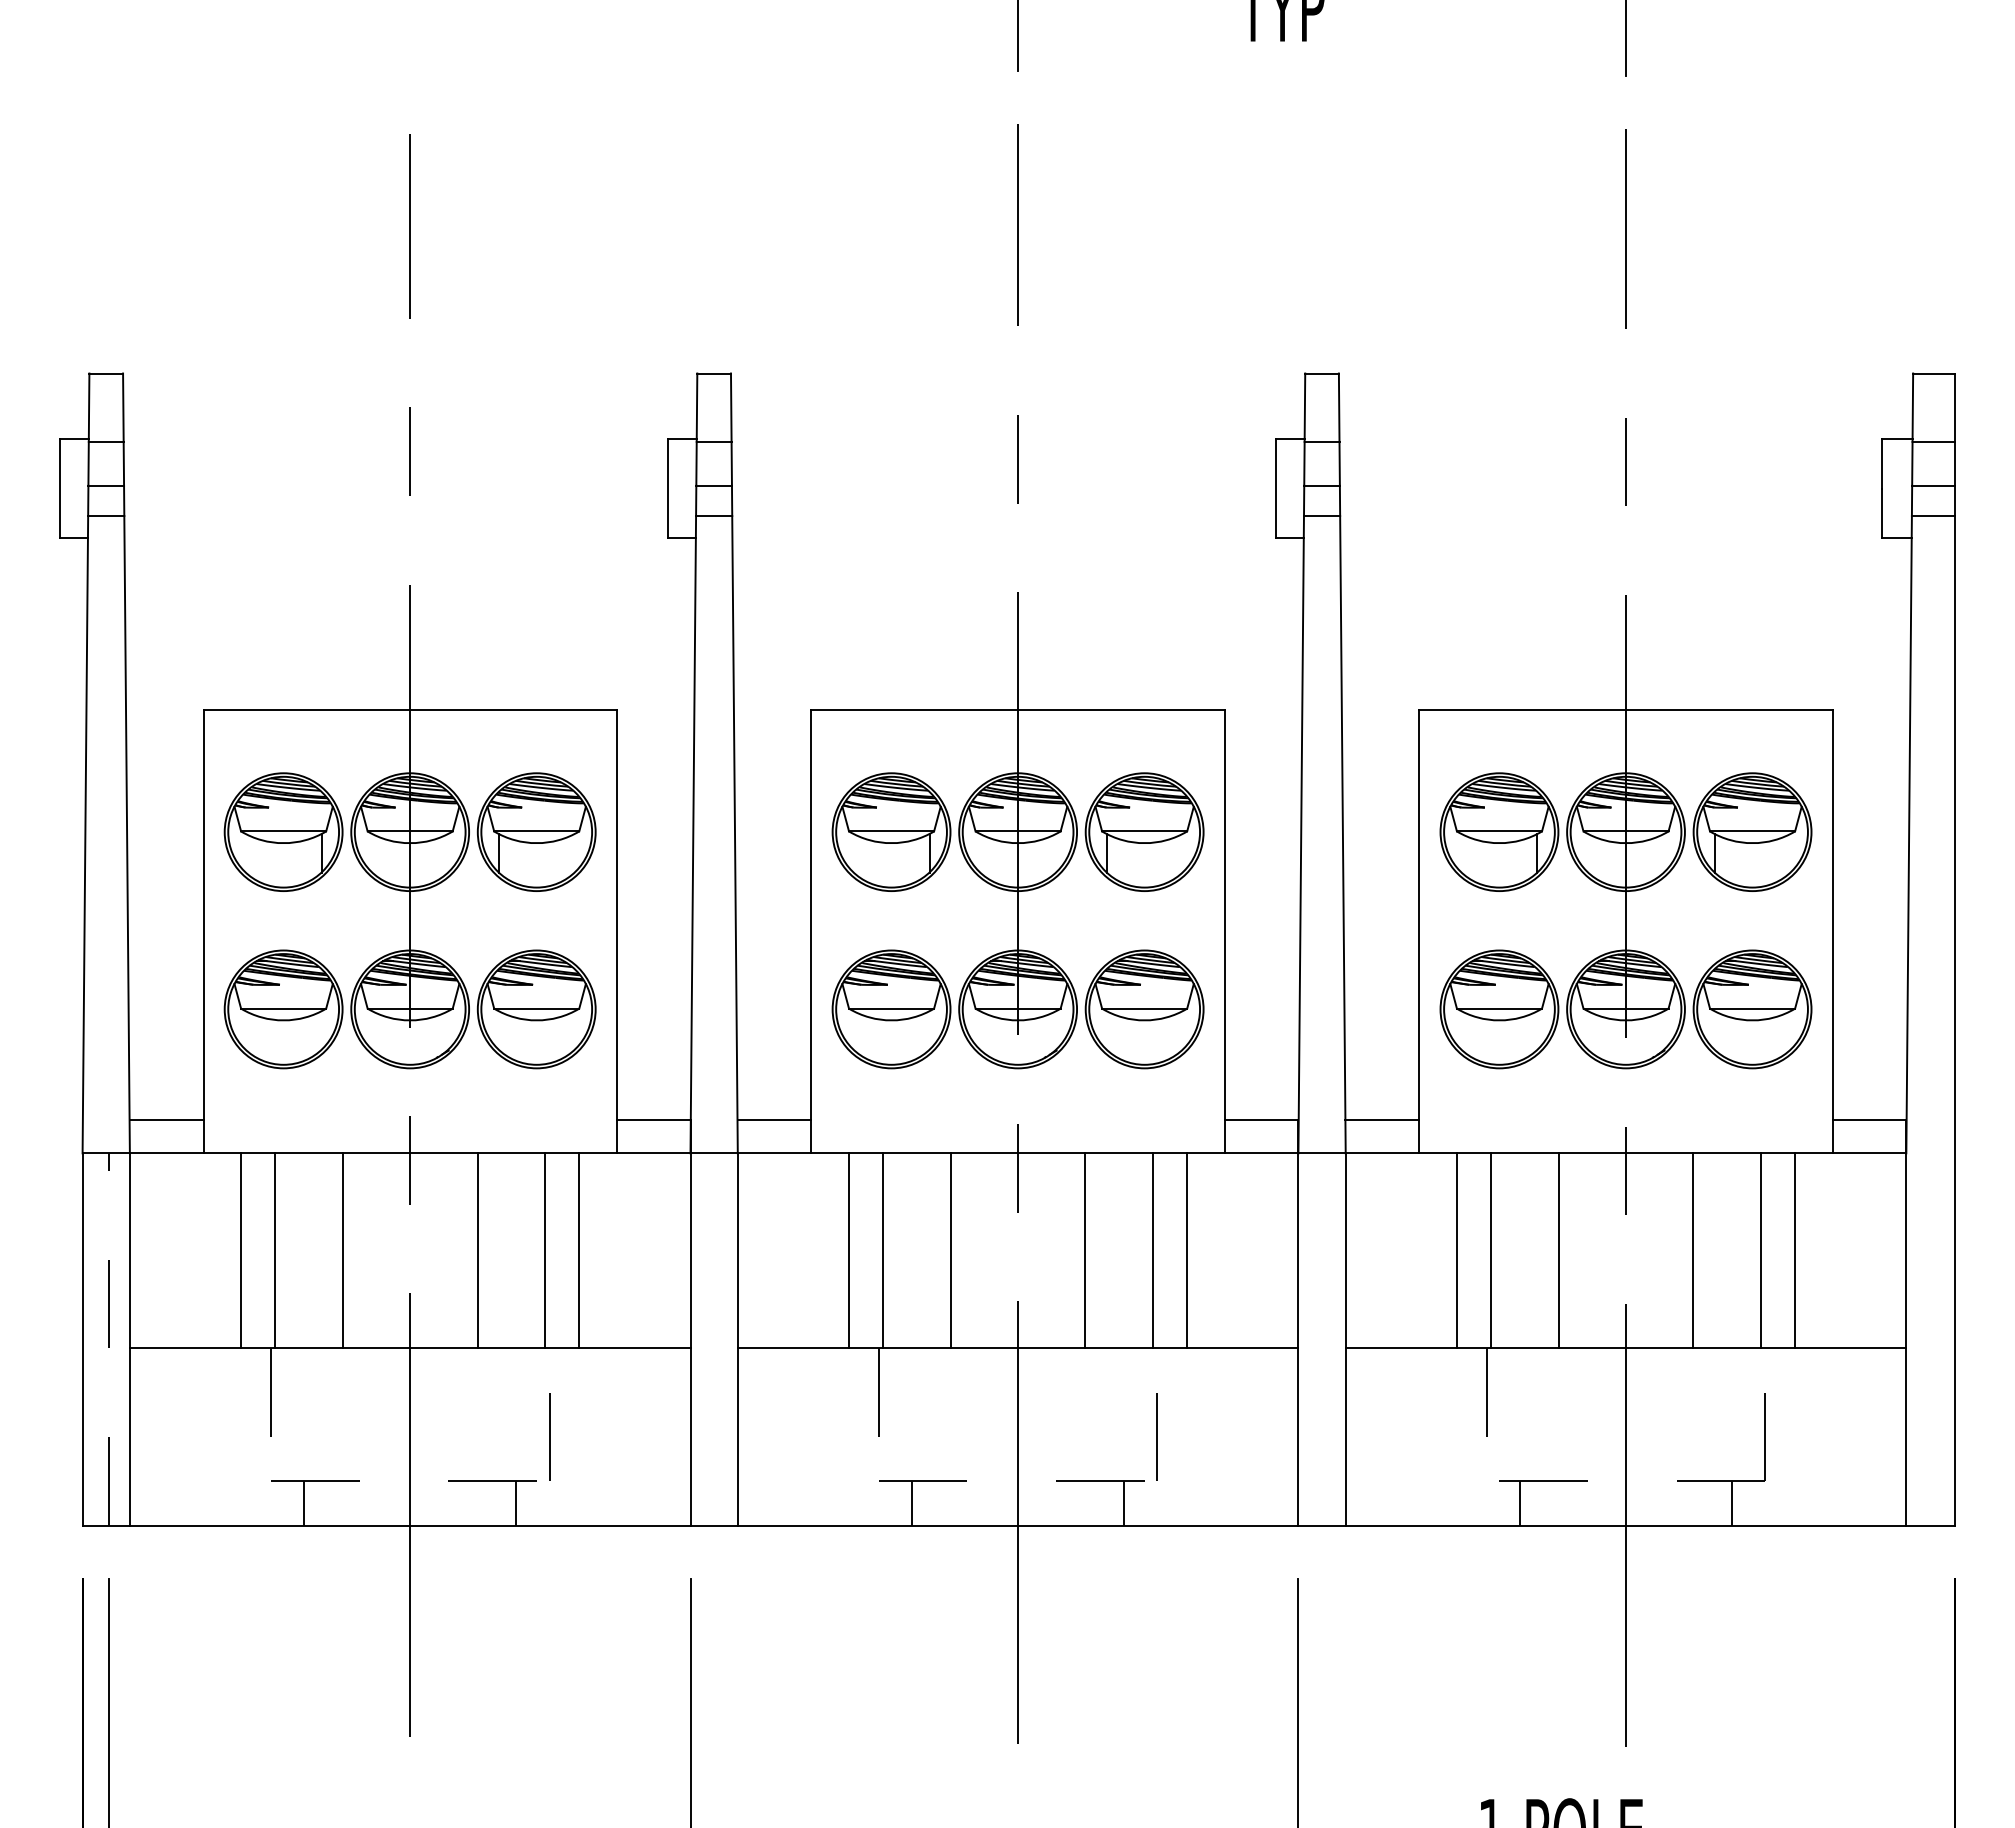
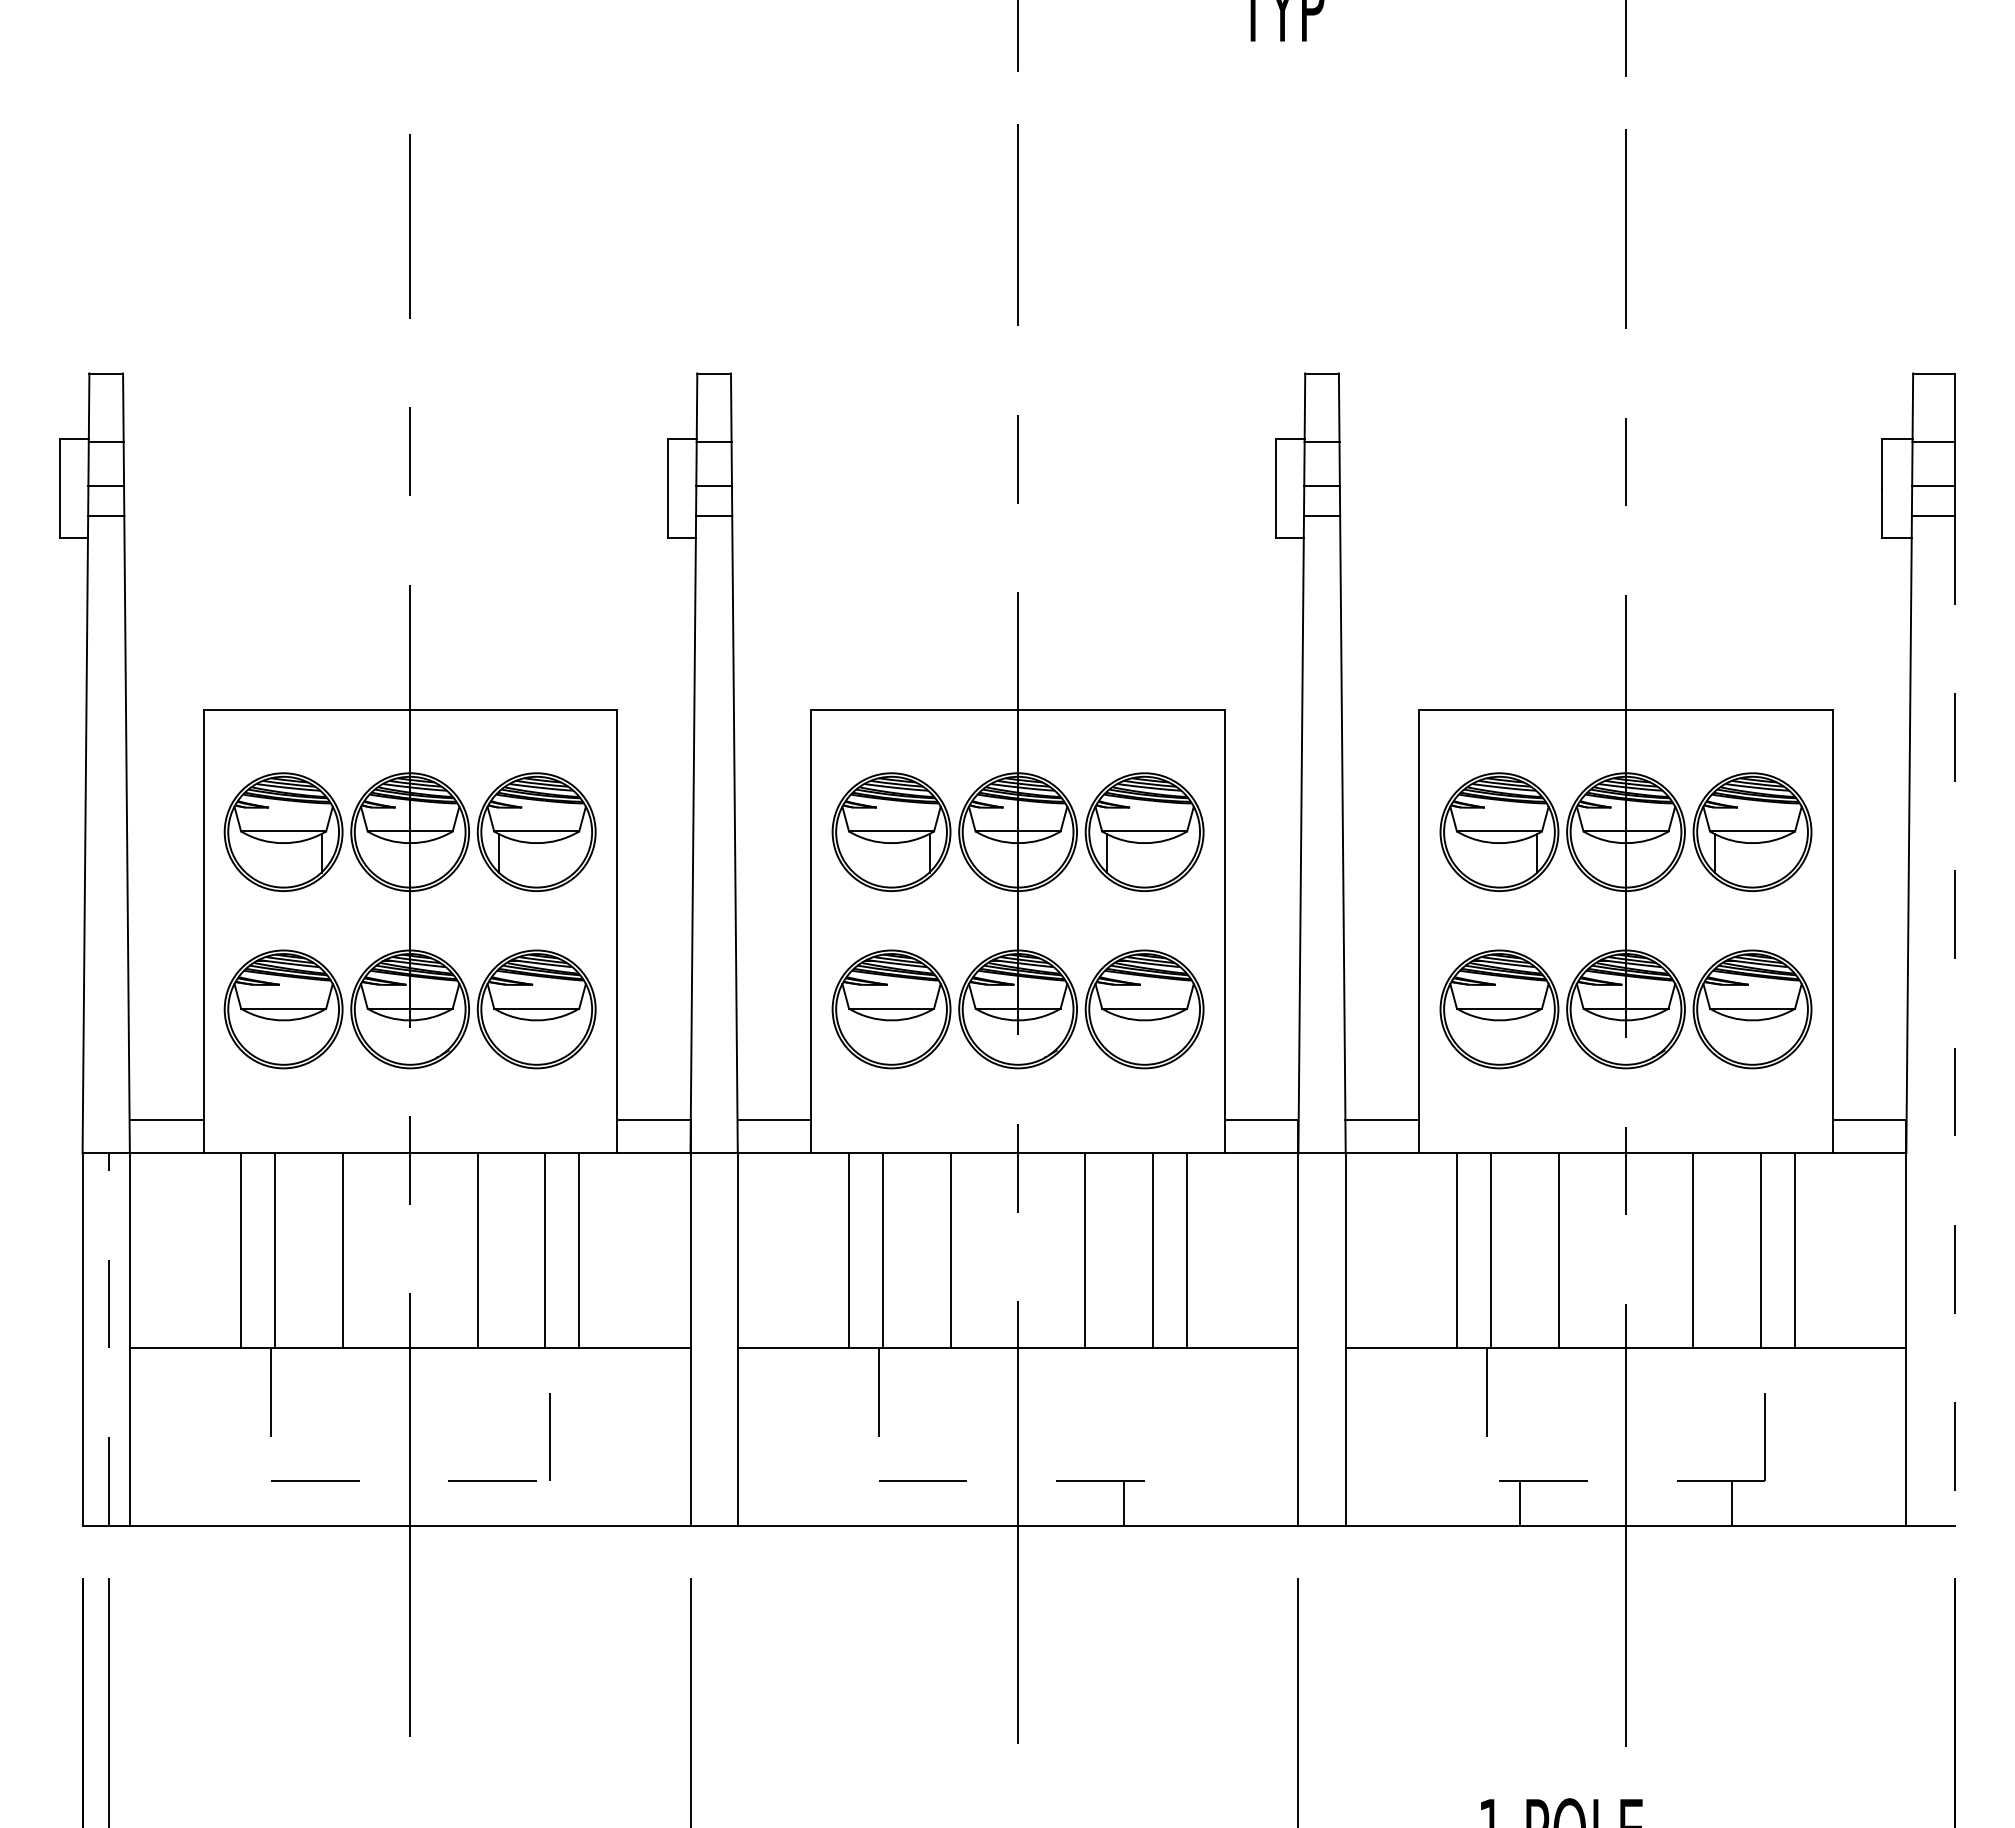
line at (1954, 1020): solid -> dashed
line at (1156, 1436): present -> none
line at (304, 1503): present -> none
line at (516, 1503): present -> none
line at (912, 1503): present -> none
